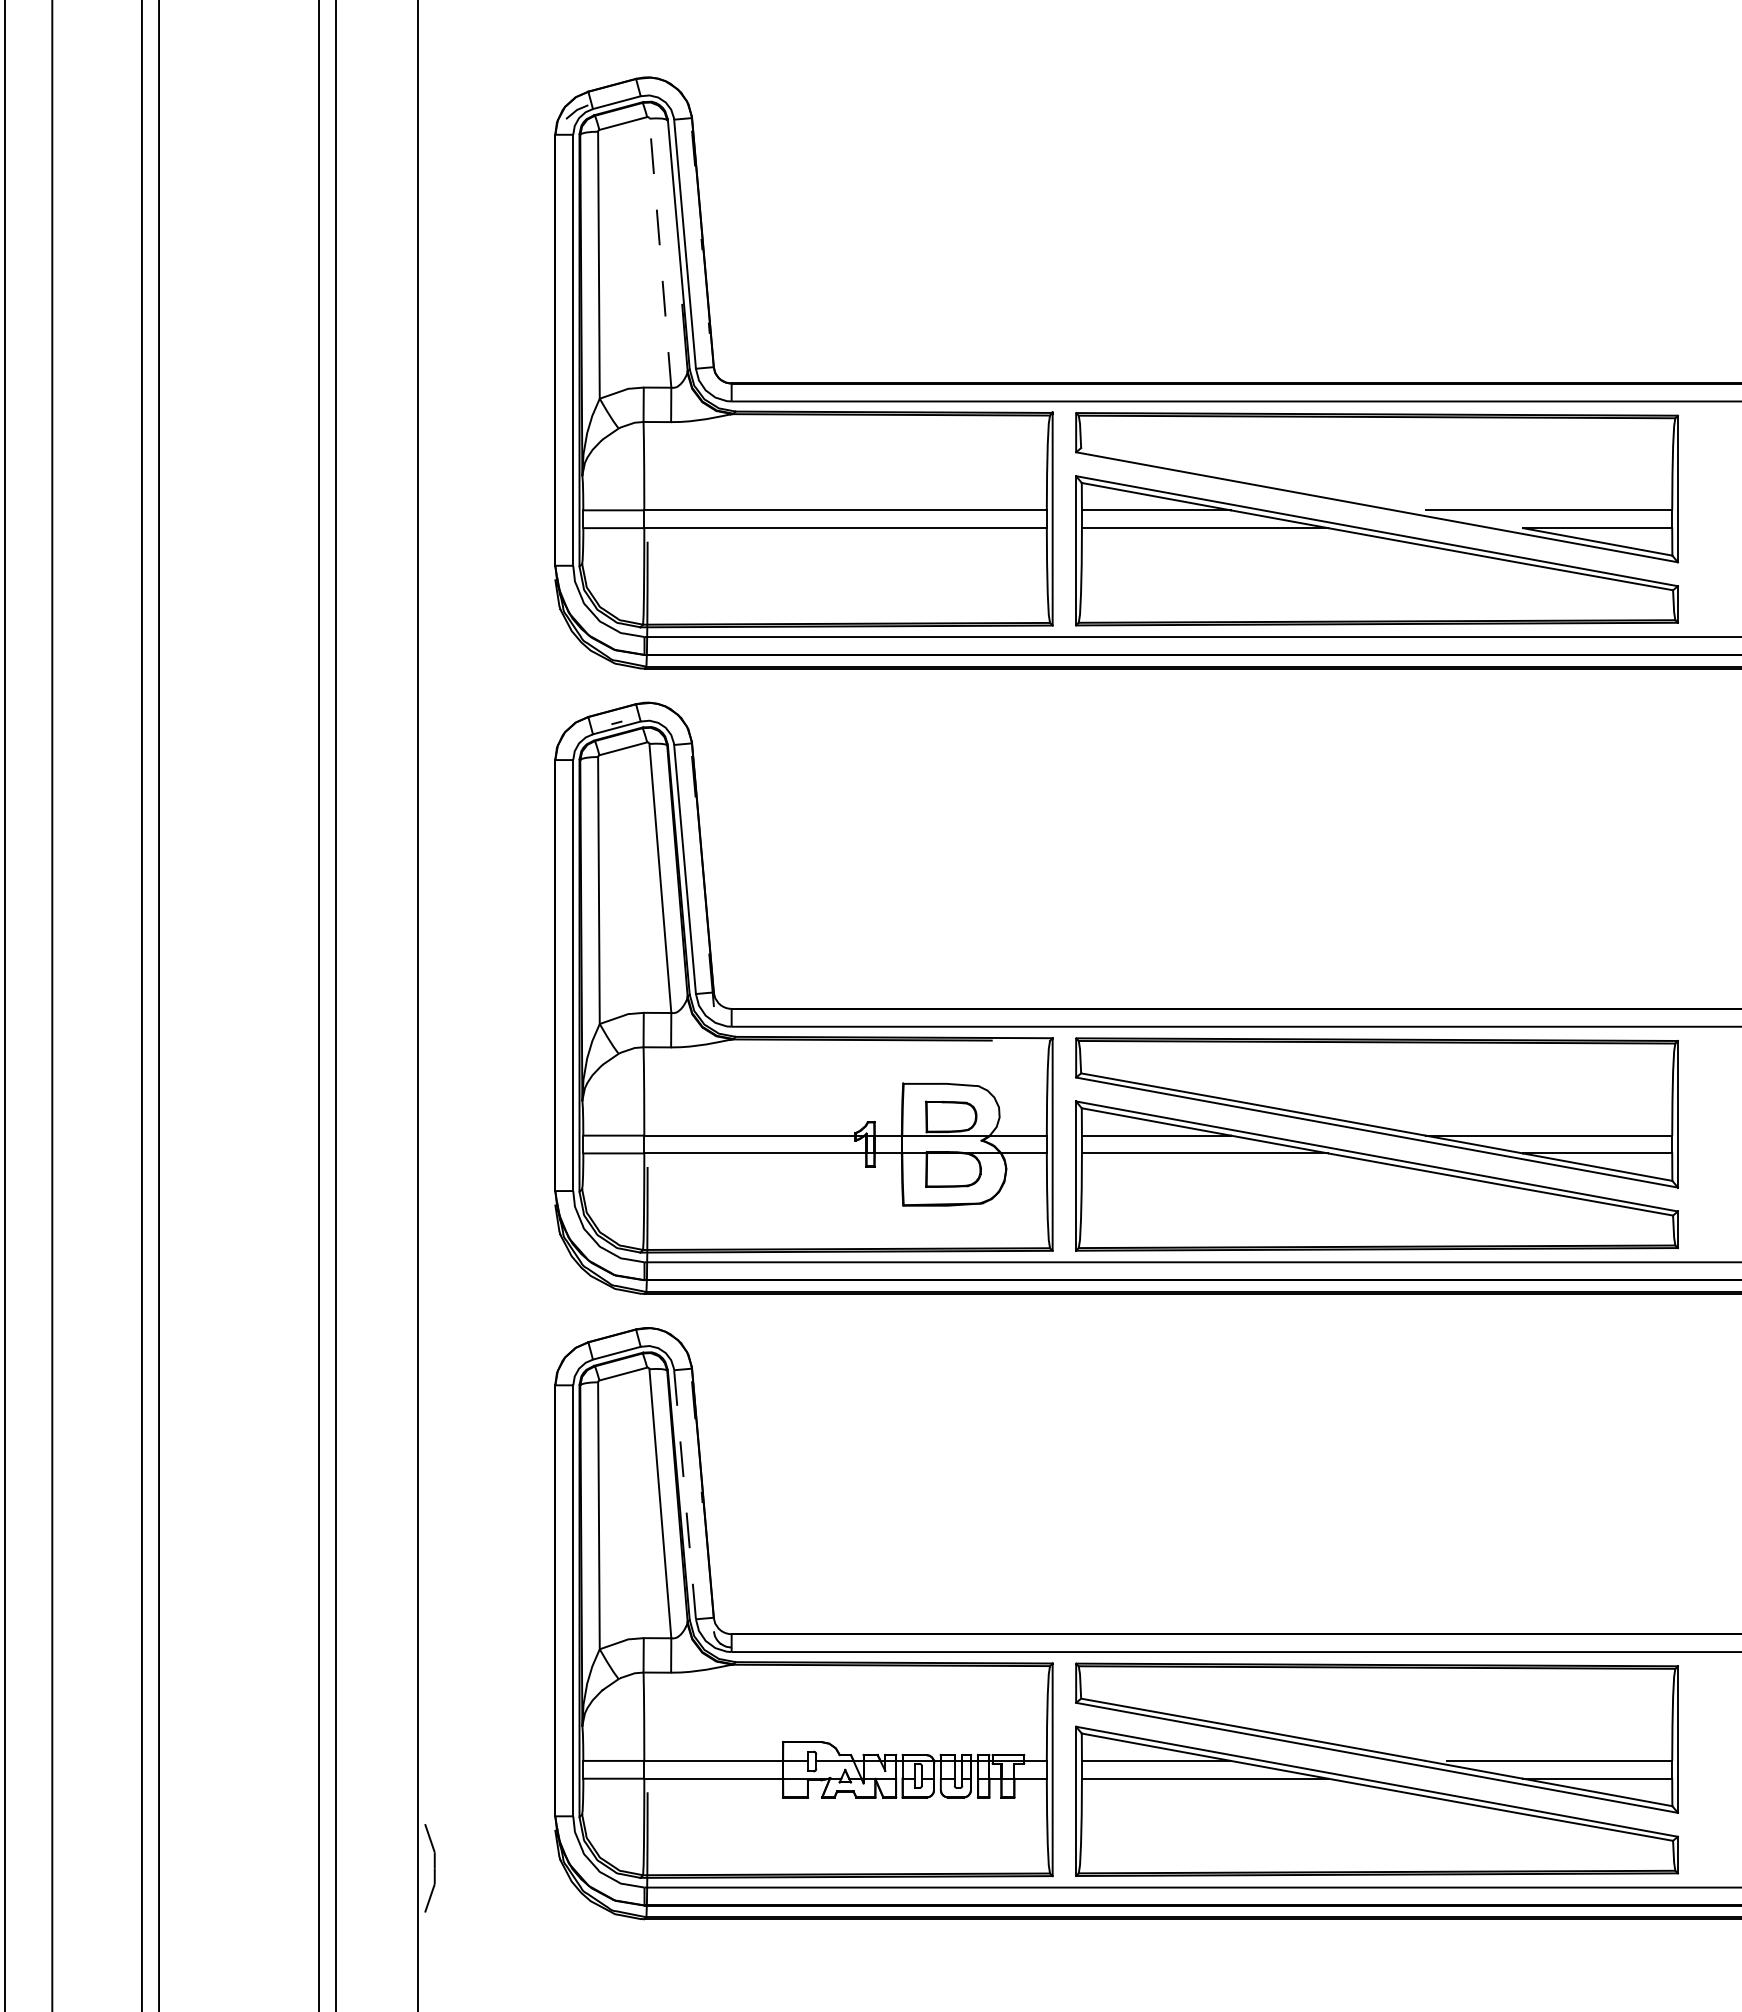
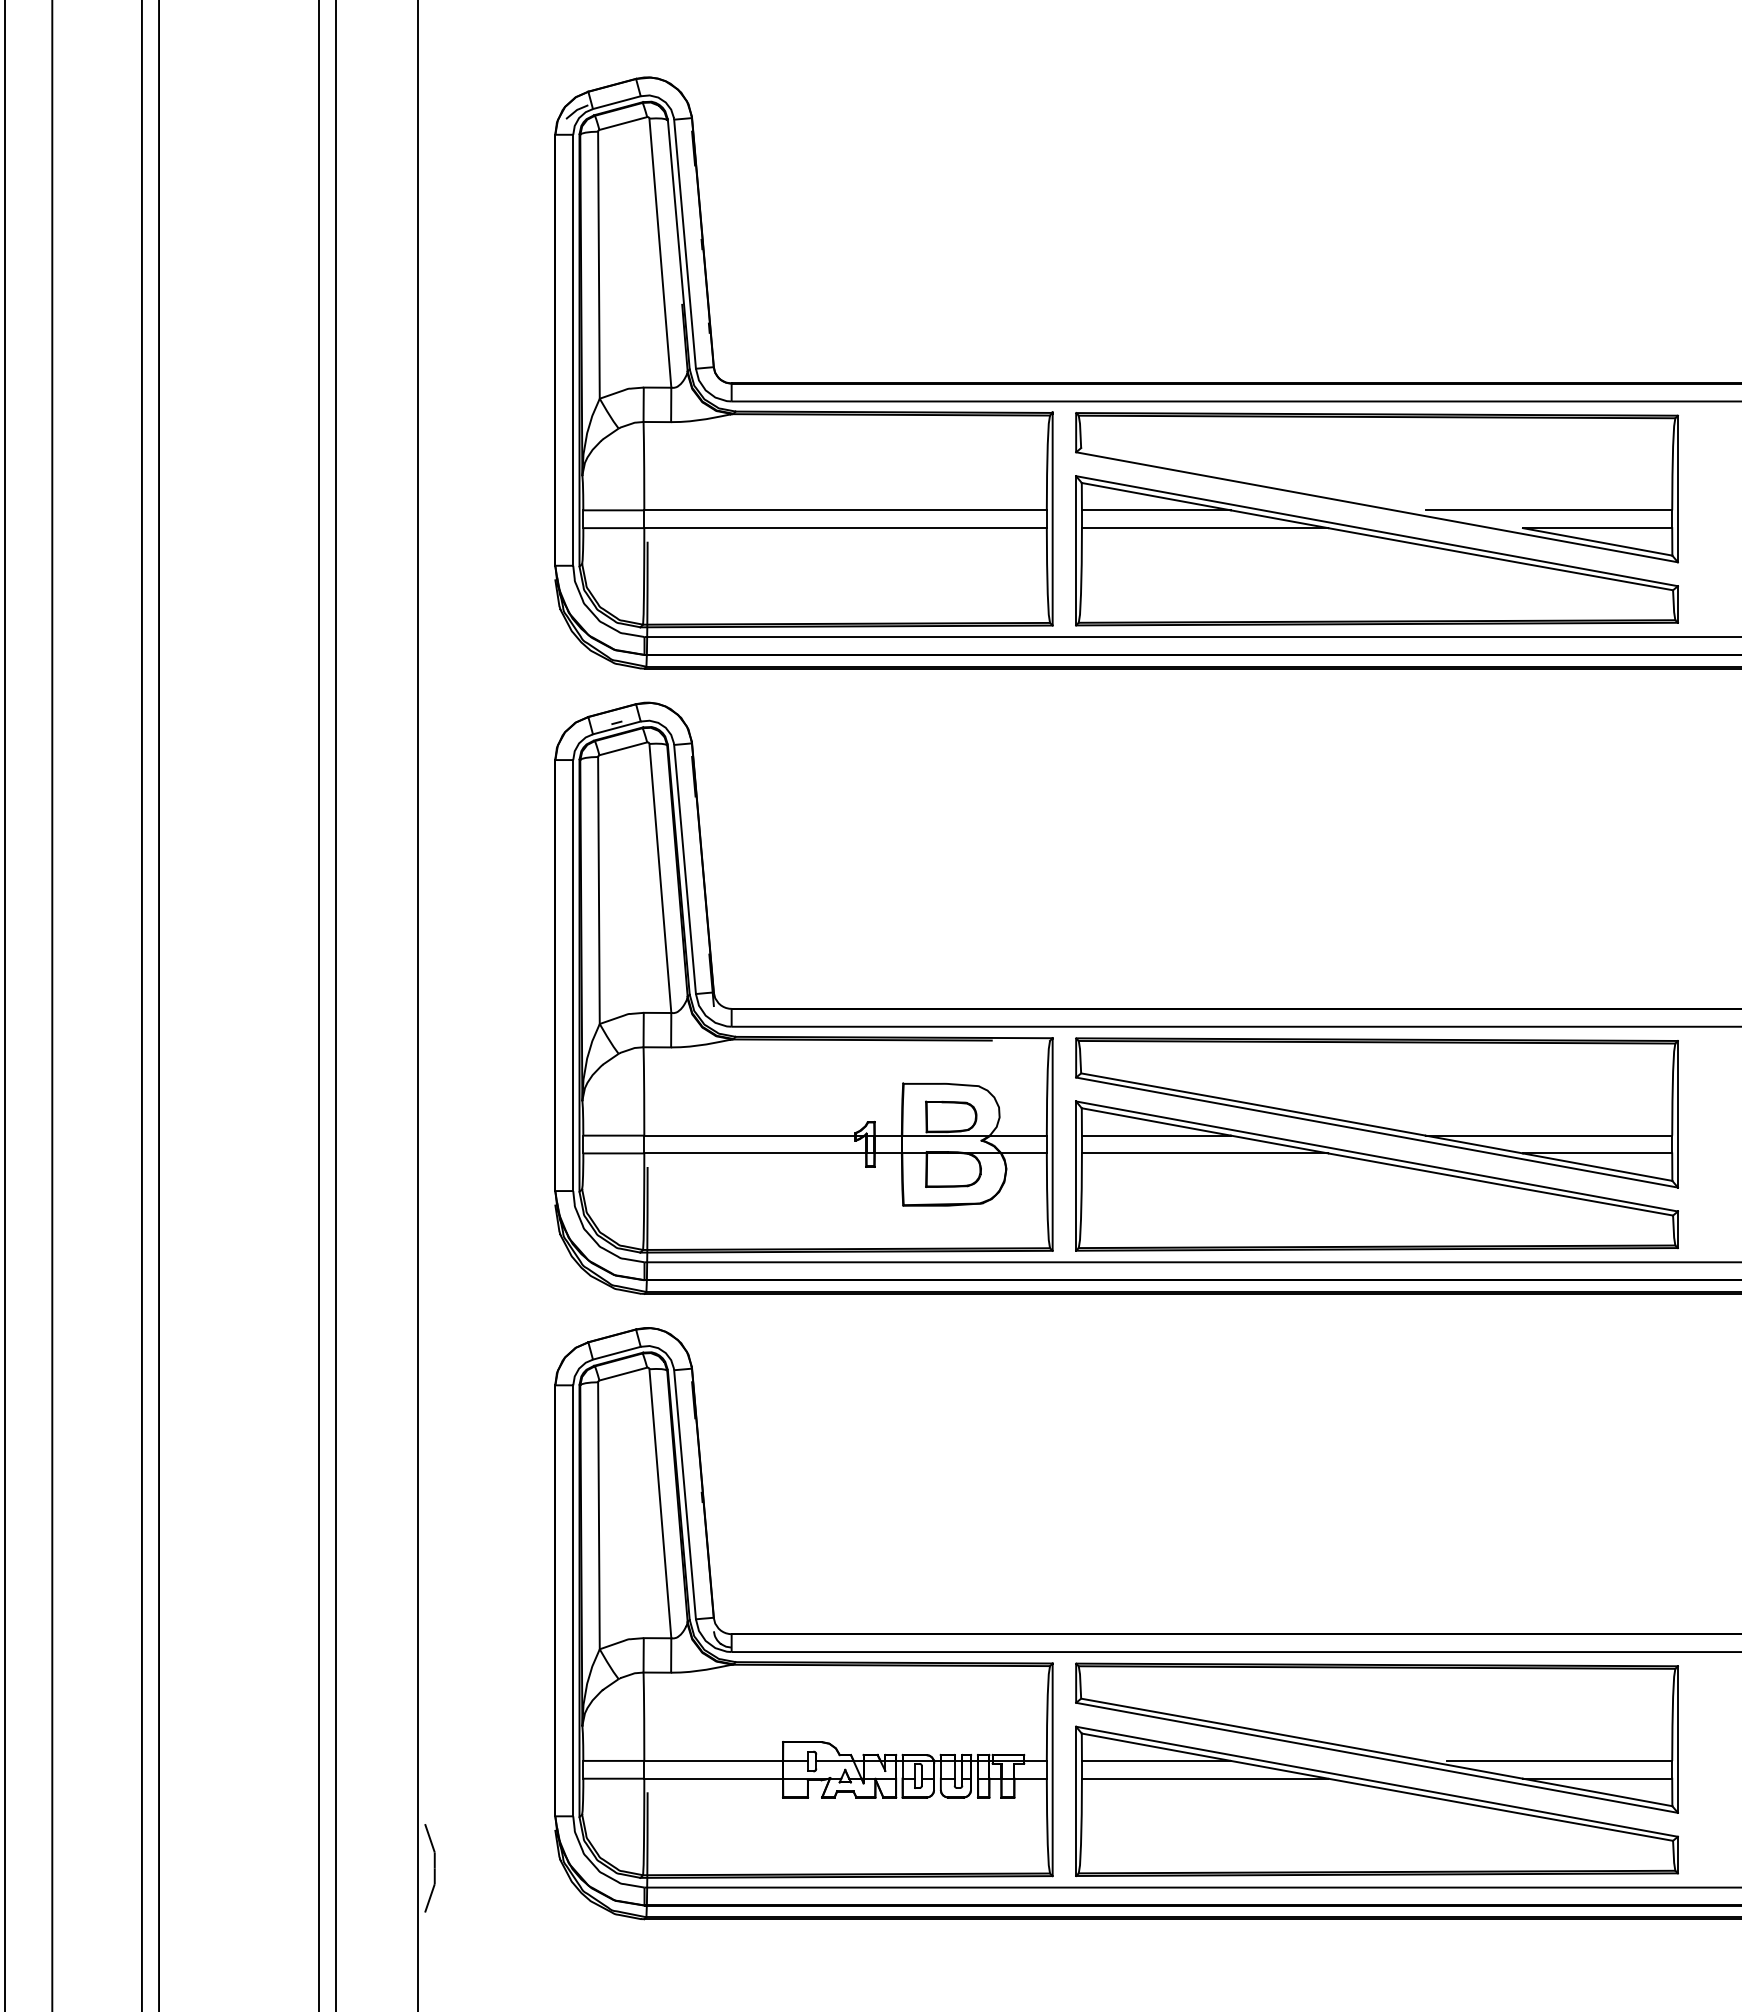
line at (660, 253): dashed -> solid
line at (685, 1495): dashed -> solid
